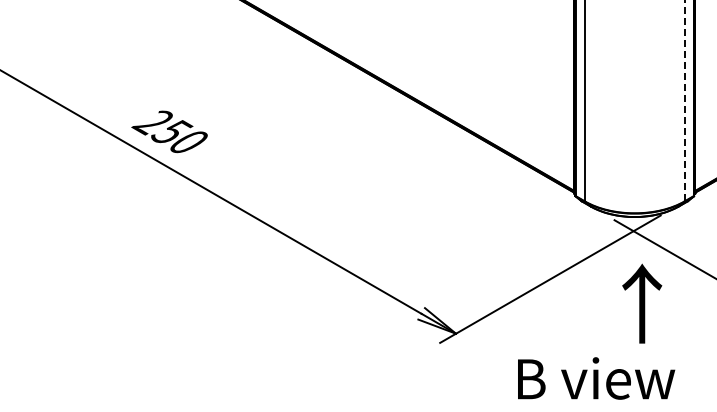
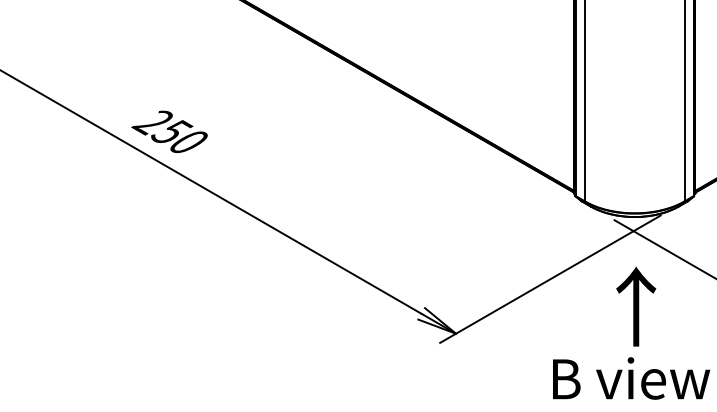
line at (684, 100): dashed -> solid
text at (642, 303) position: (642, 303) -> (636, 306)
text at (596, 378) position: (596, 378) -> (631, 378)
